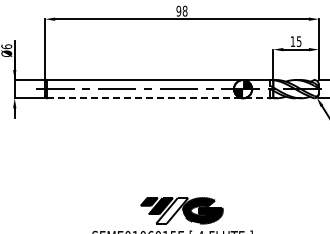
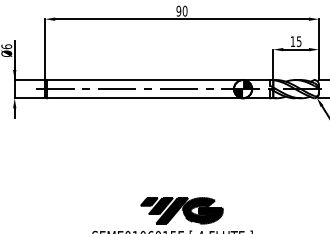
text at (184, 11): 98 -> 90
line at (158, 98): dashed -> solid
fill at (172, 210): none -> present
